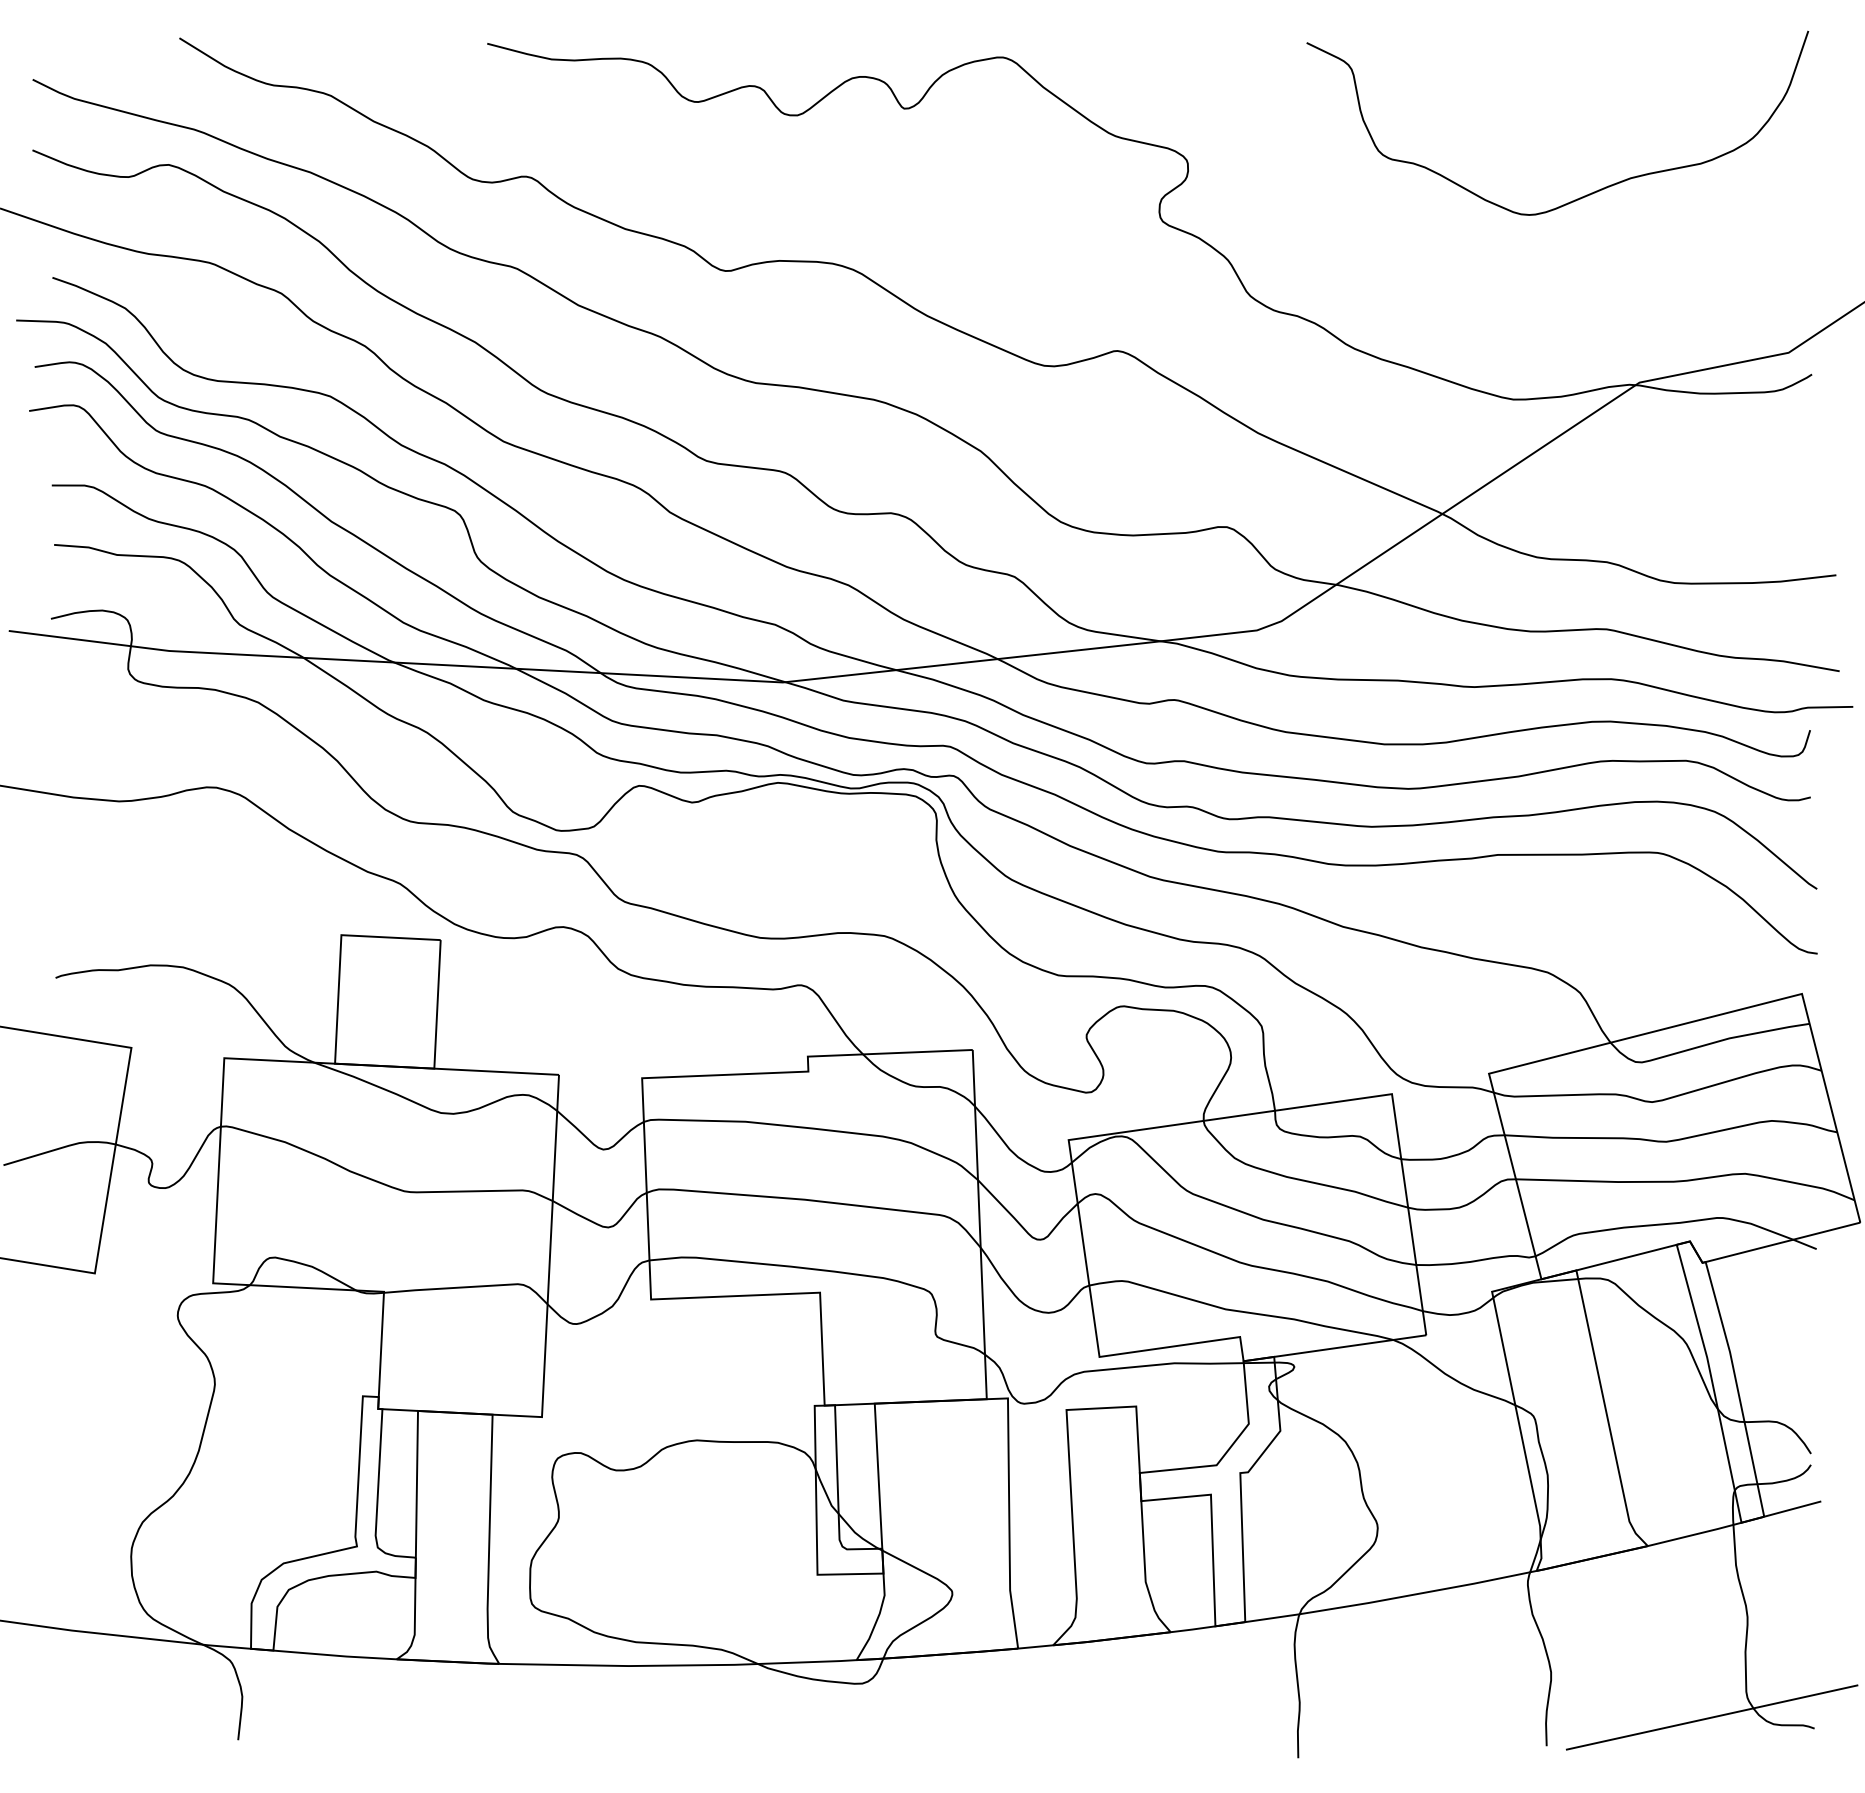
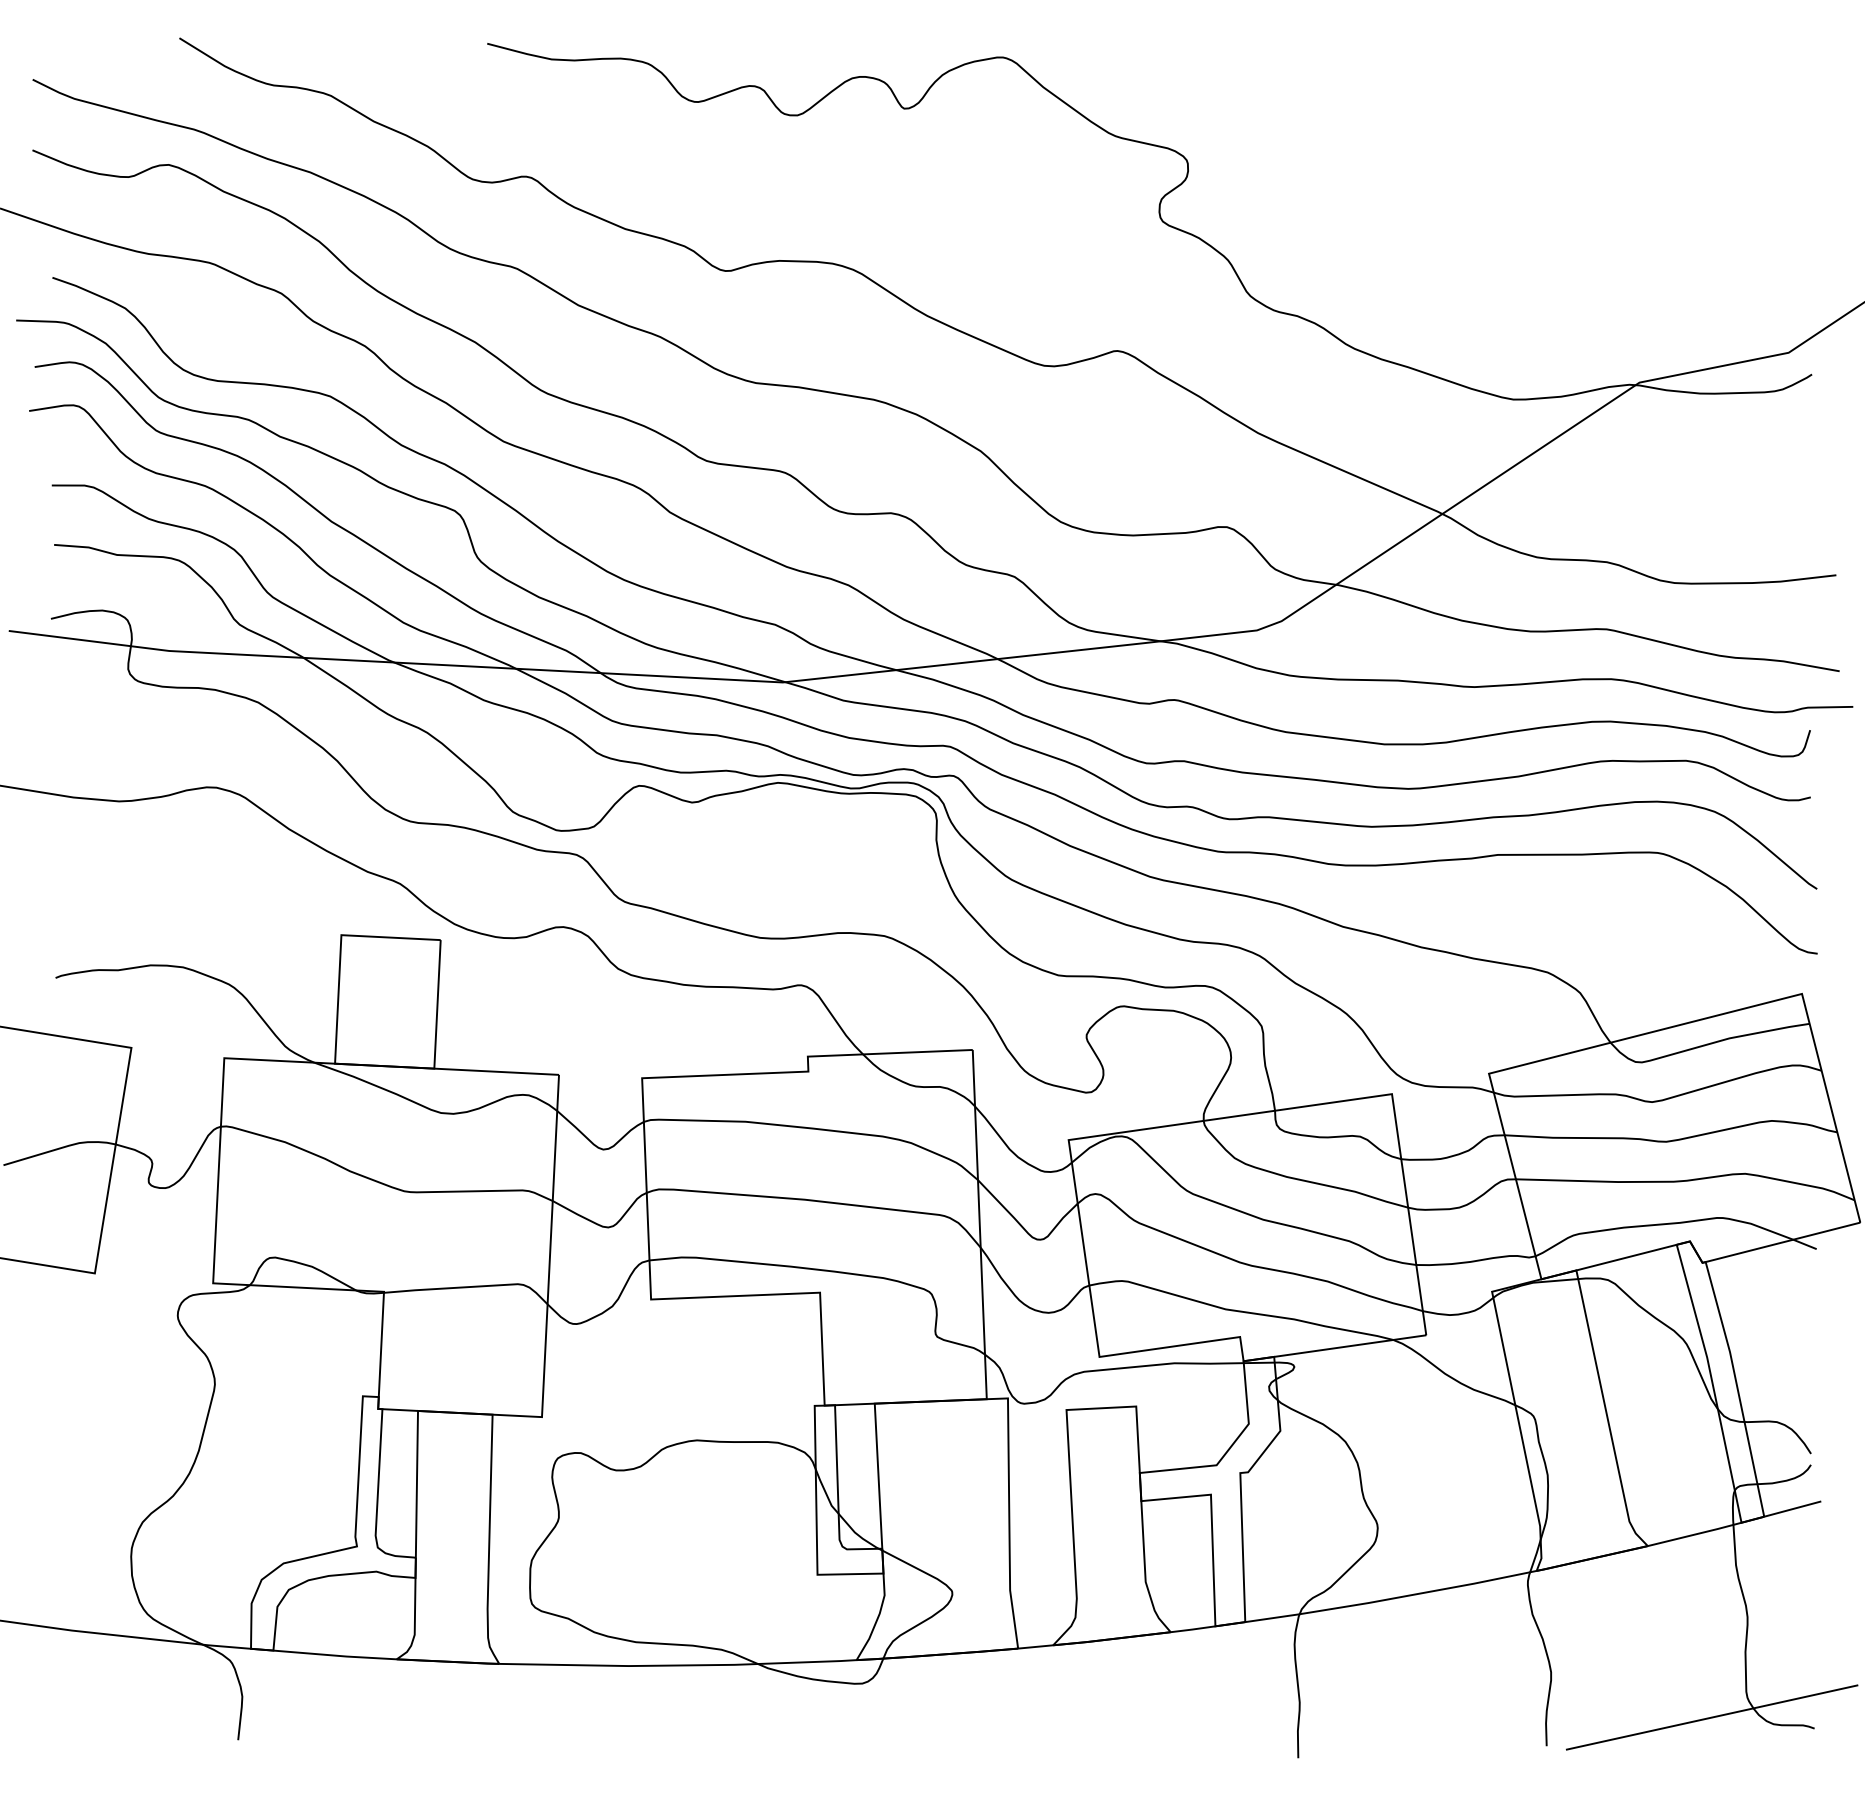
curve at (1586, 194): present -> none
